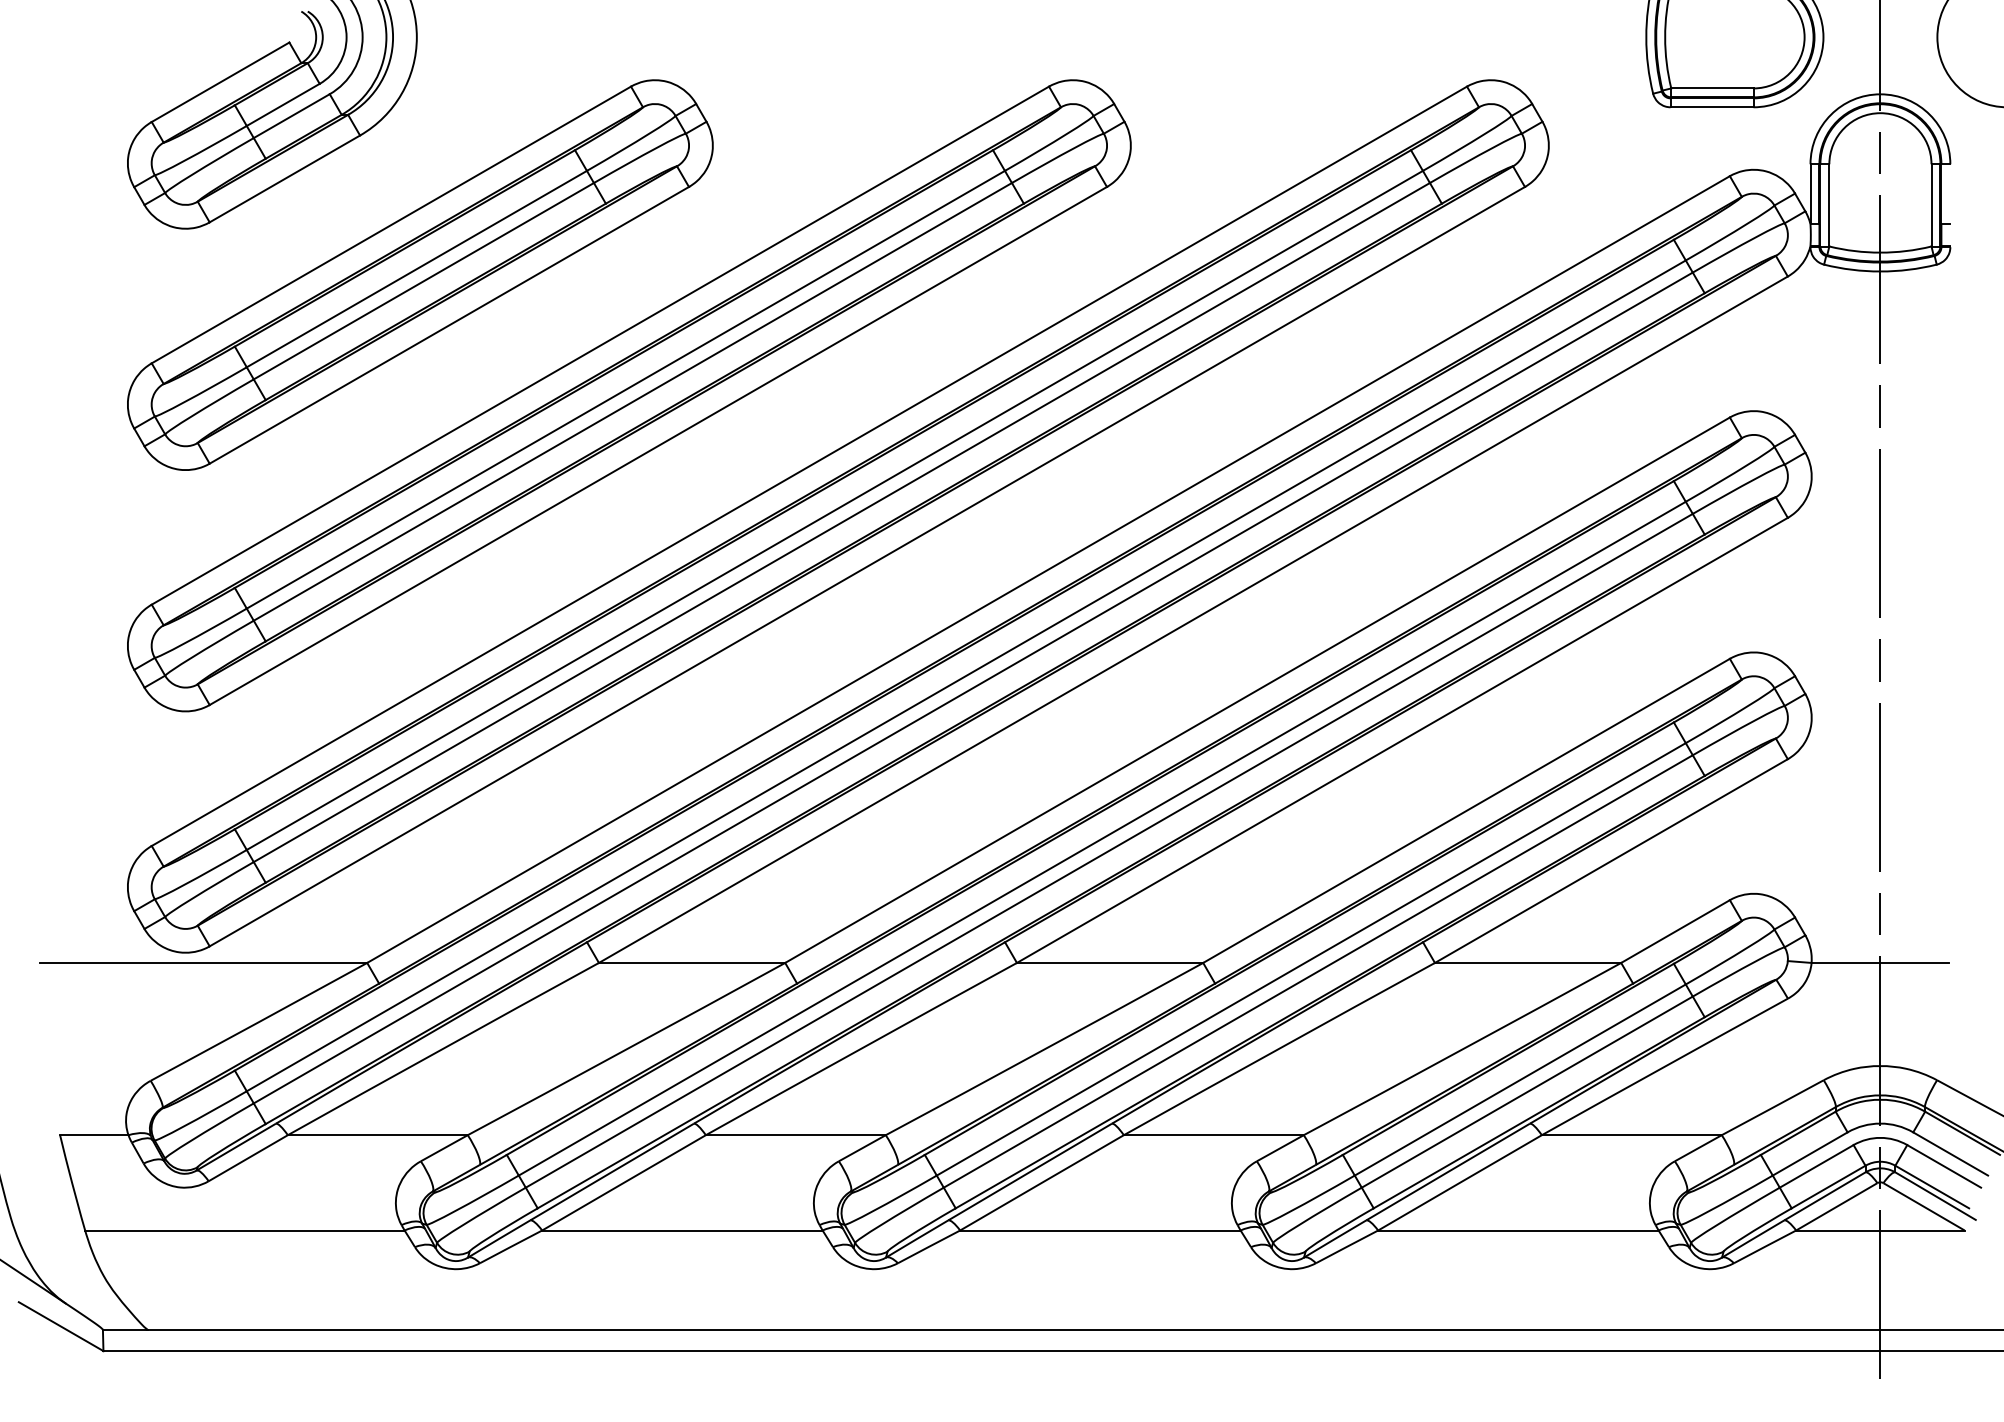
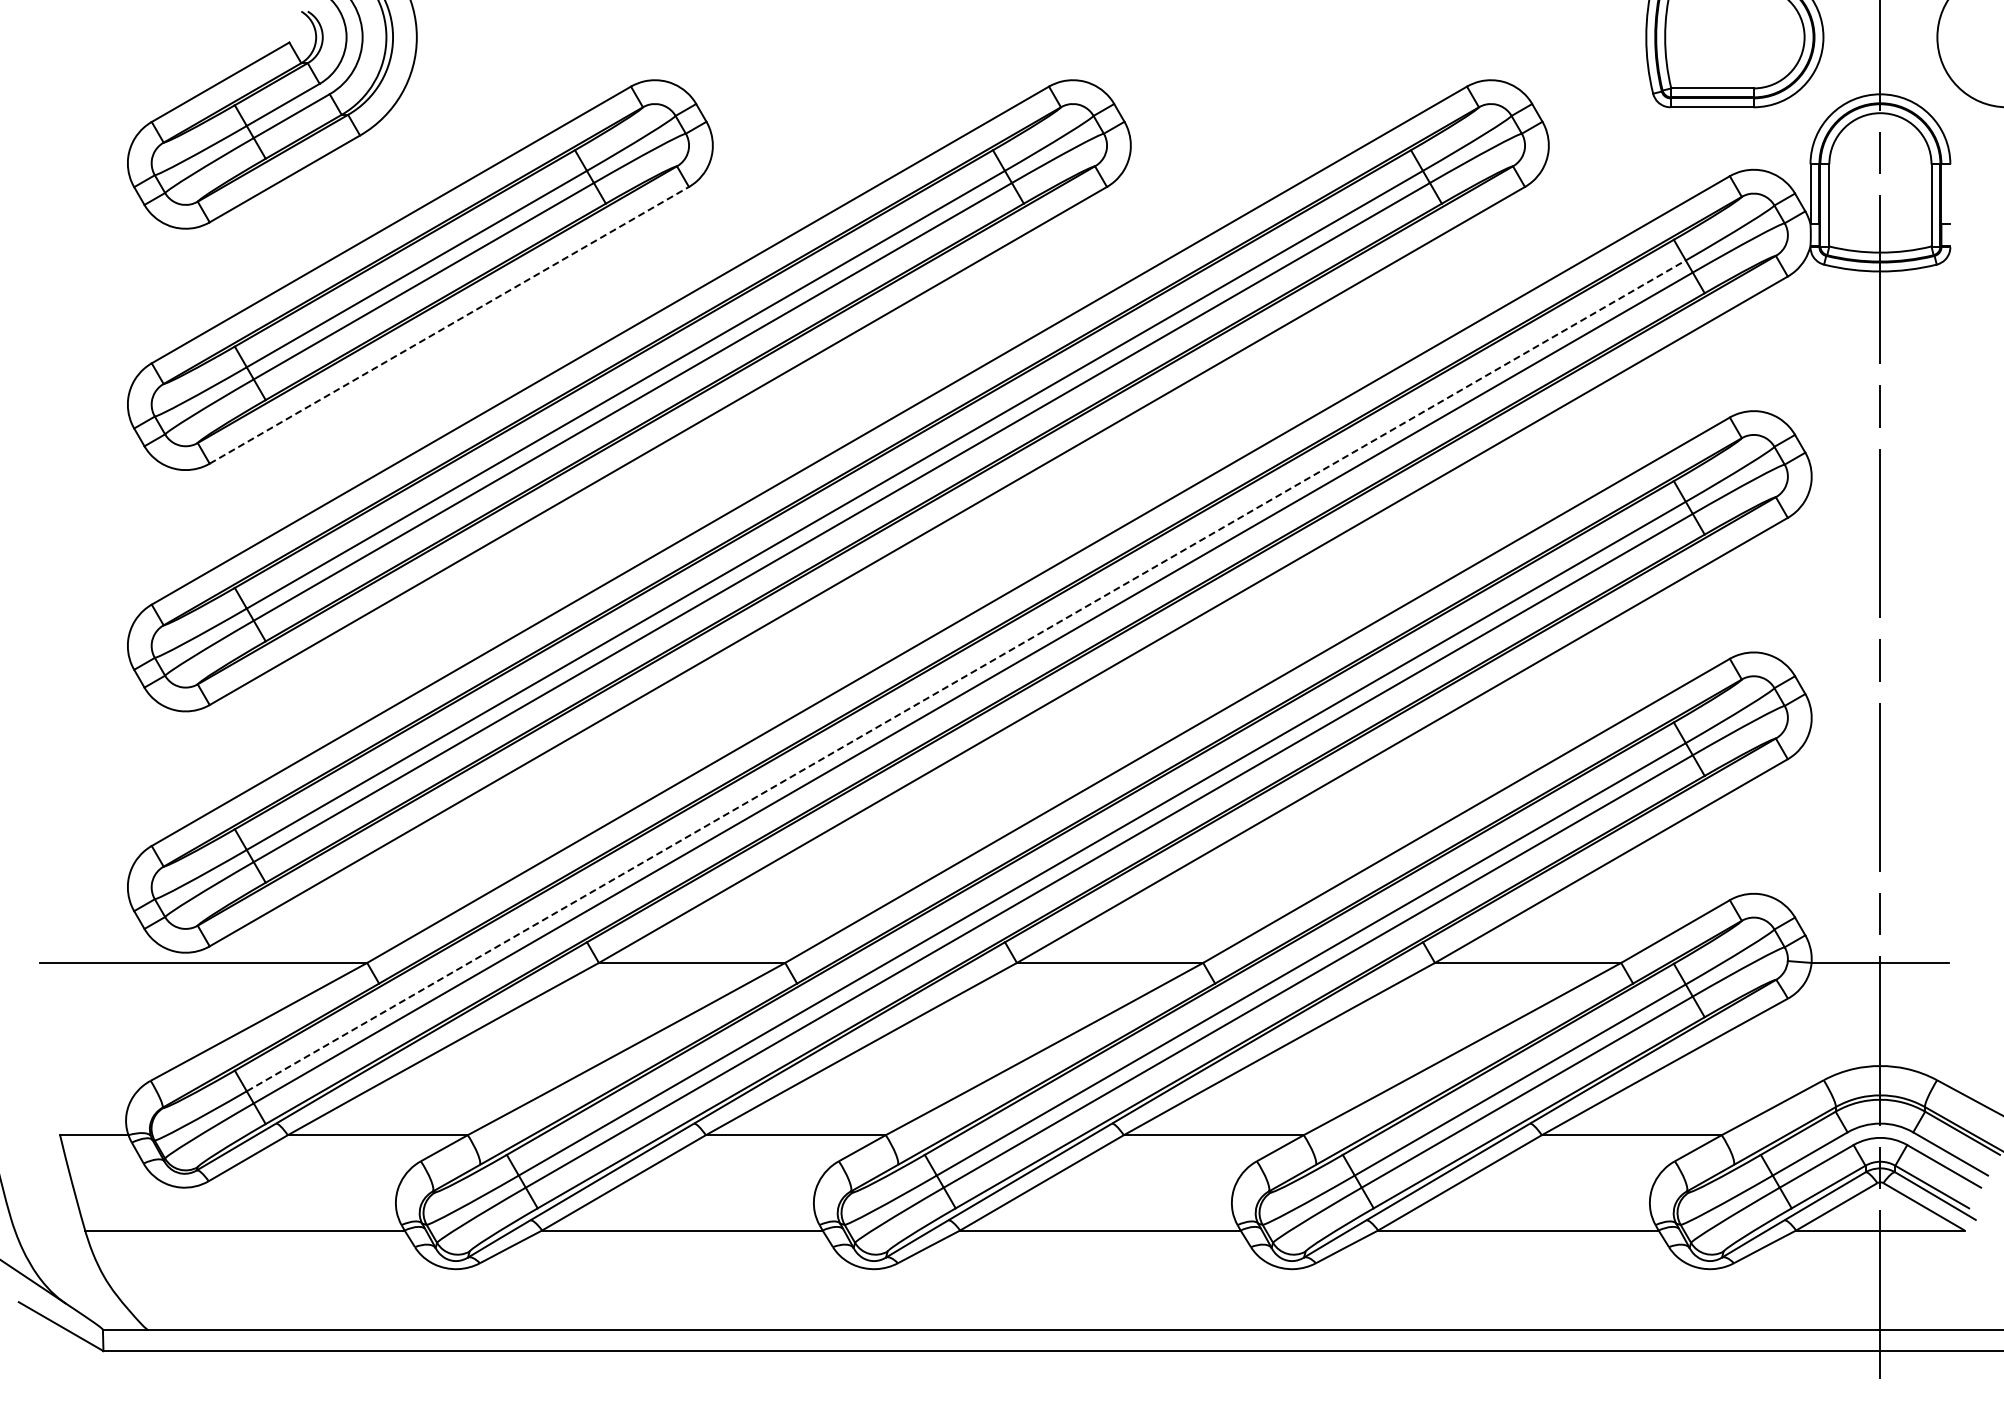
line at (449, 325): solid -> dashed
line at (966, 675): solid -> dashed
